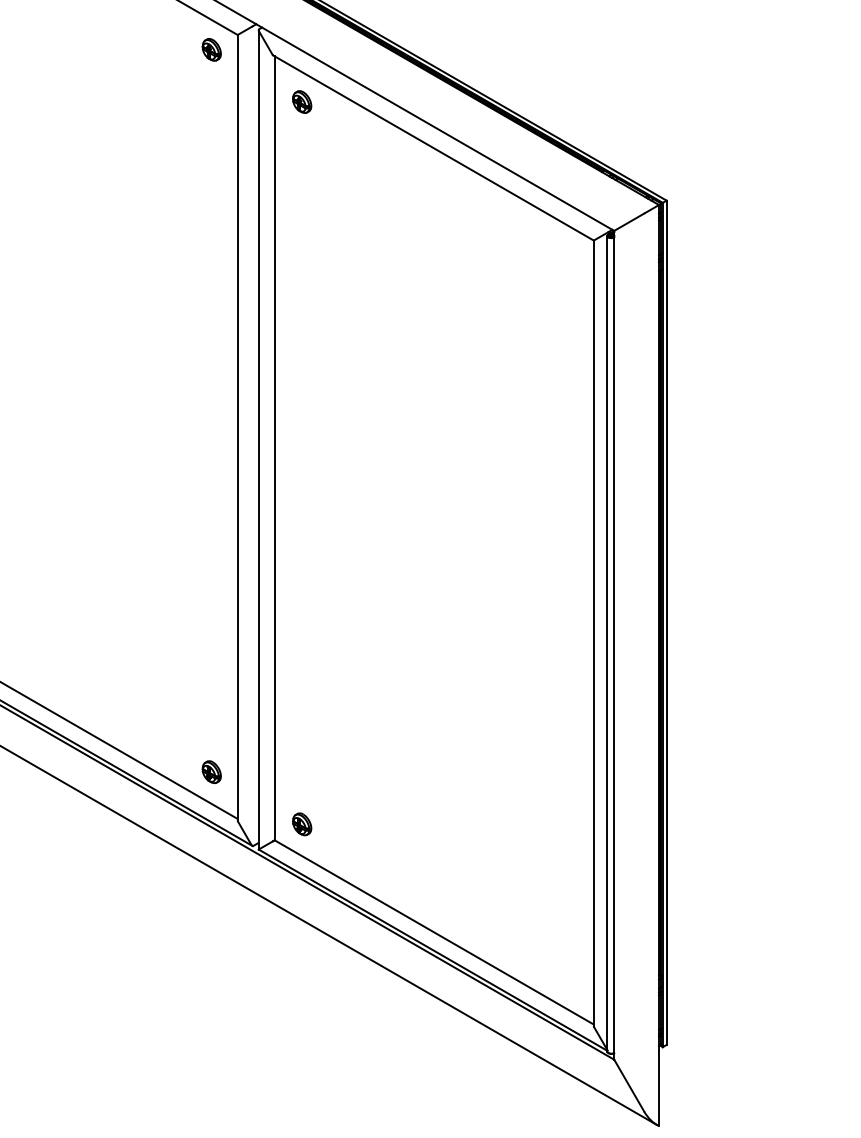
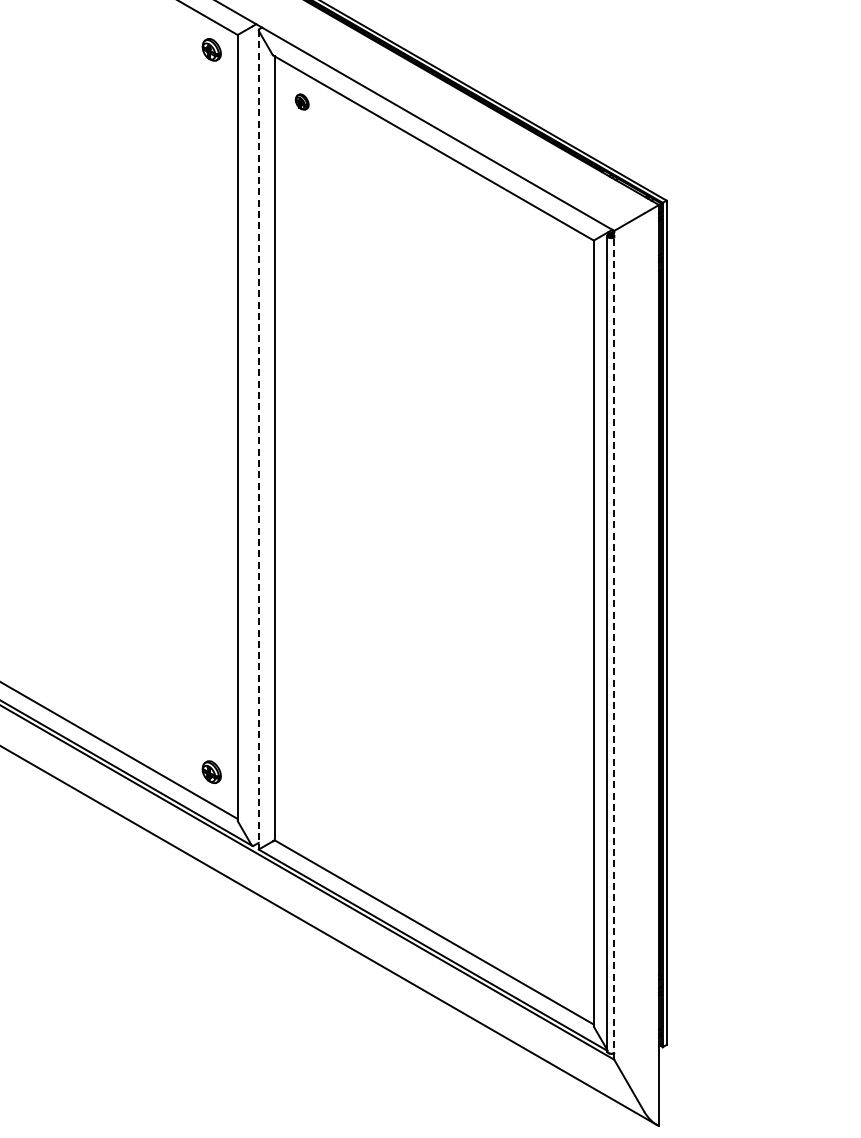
part at (302, 101) size: 21x24 px -> 15x18 px
line at (258, 439): solid -> dashed
line at (614, 644): solid -> dashed
part at (302, 824): present -> none
